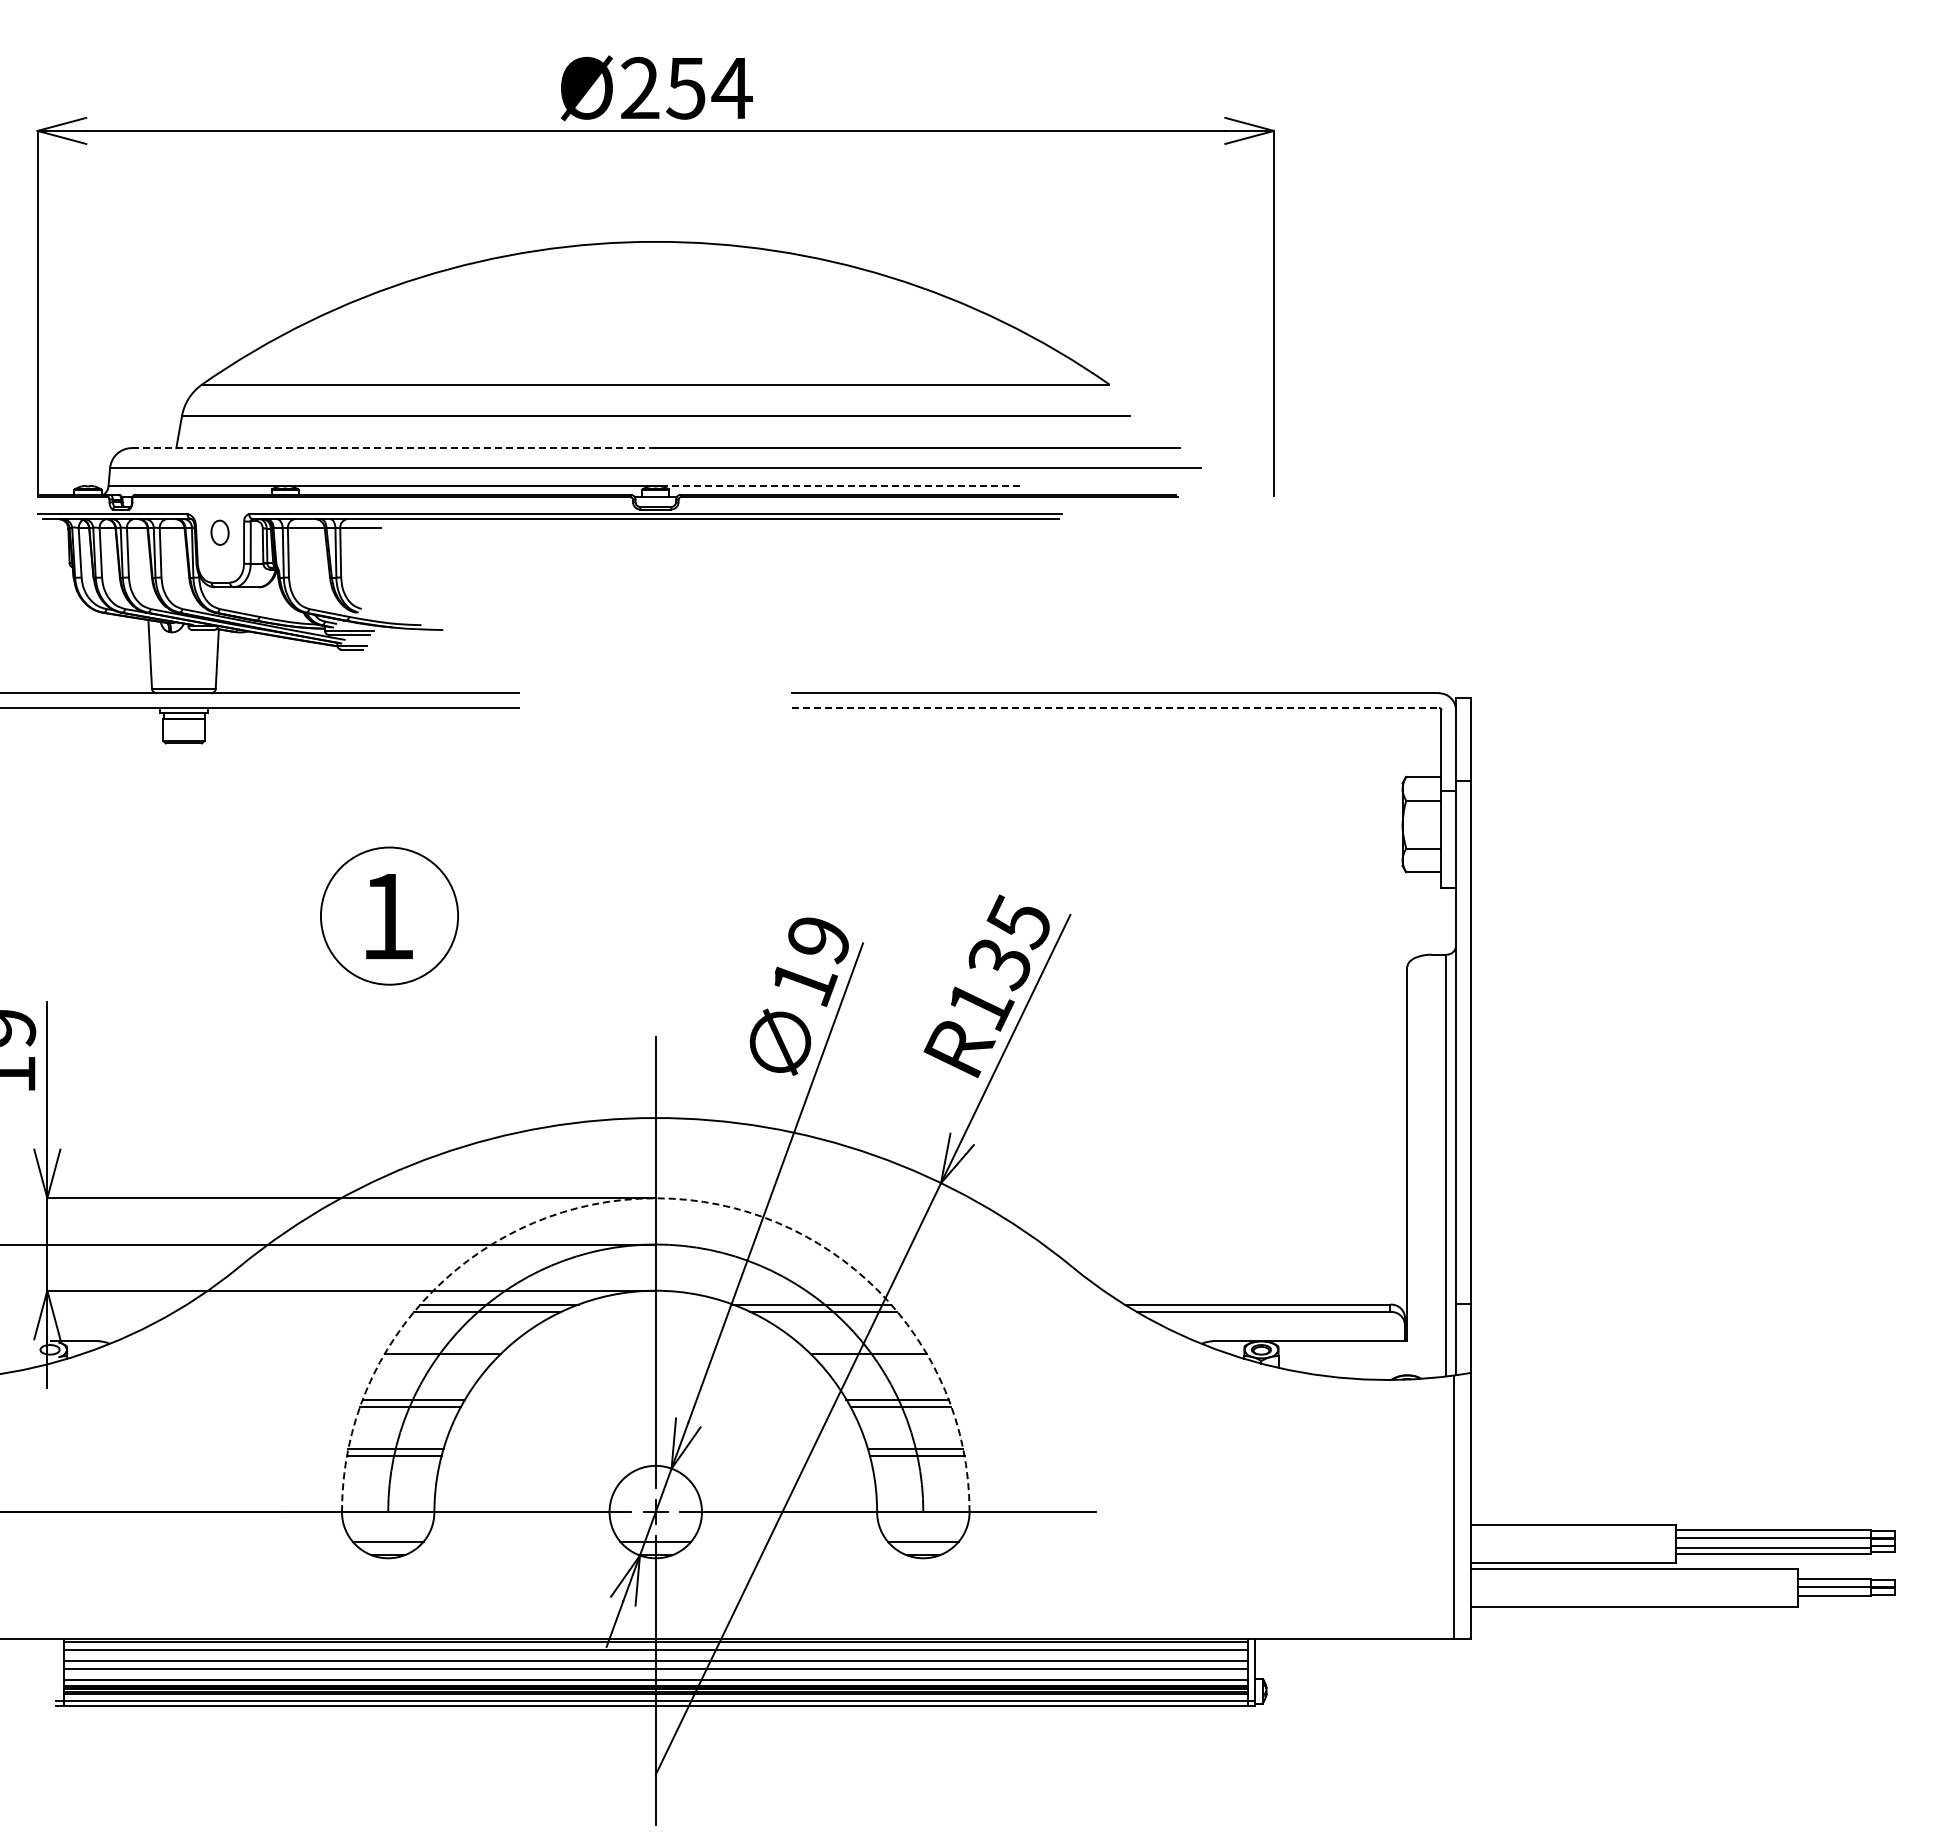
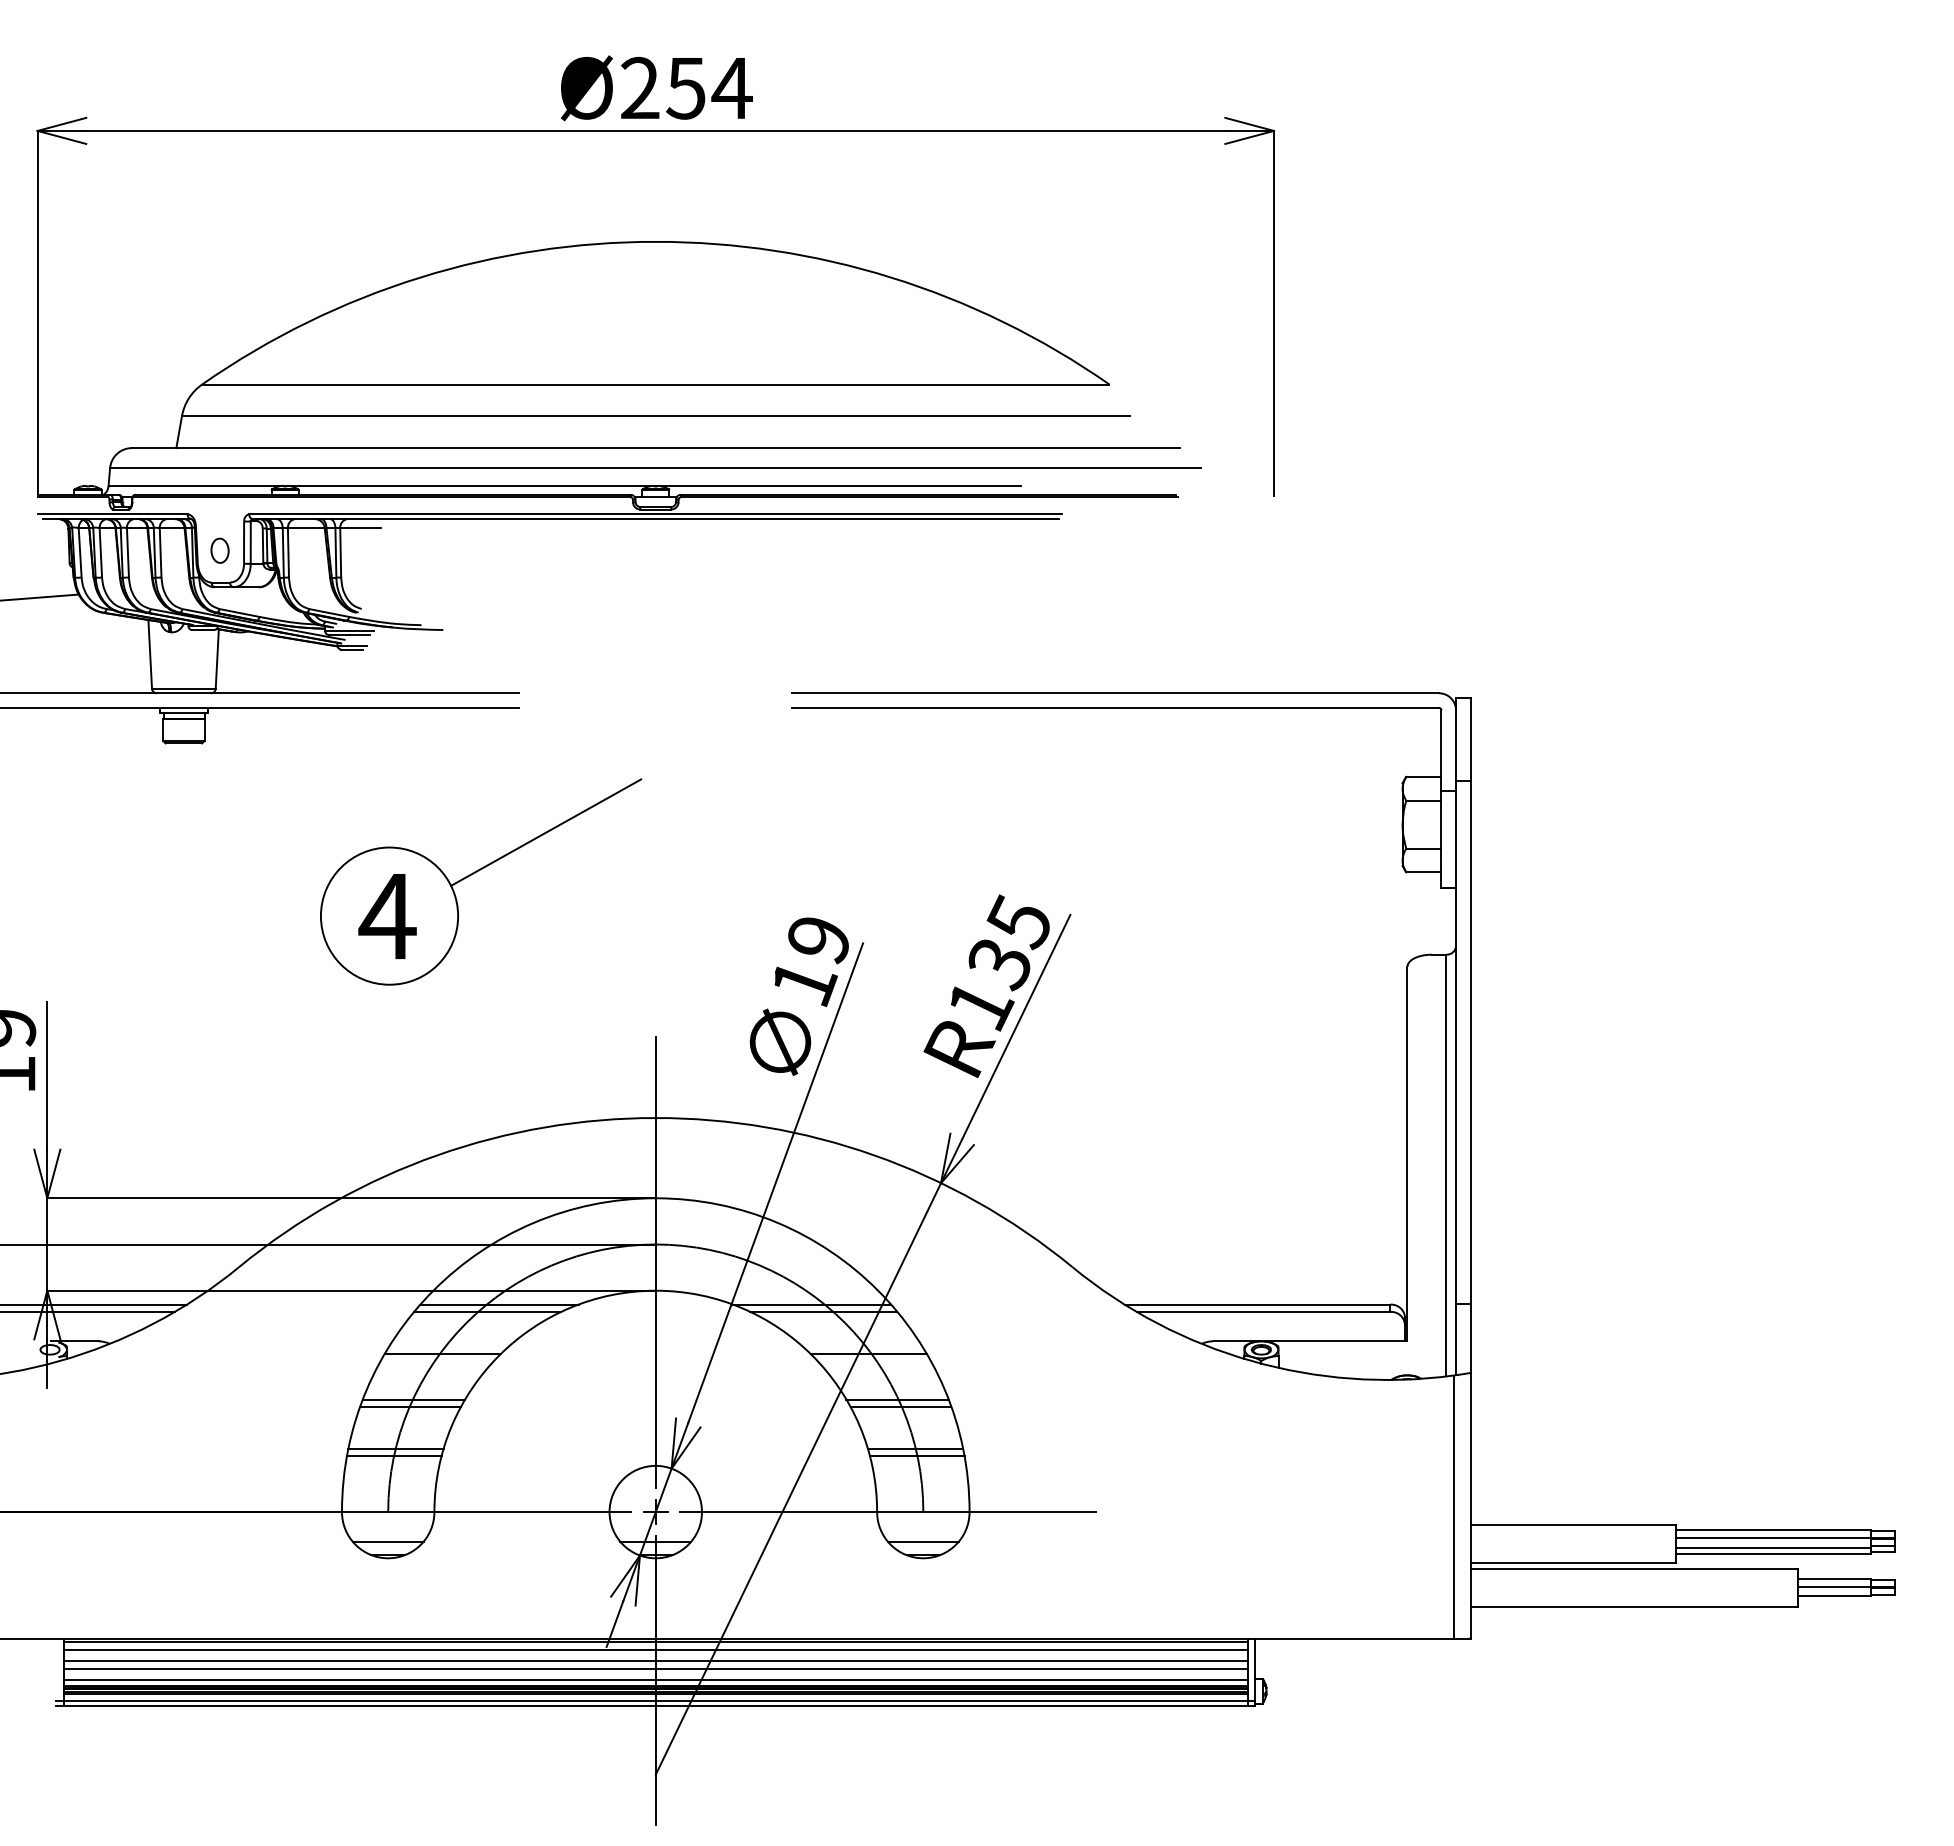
line at (393, 448): dashed -> solid
line at (841, 486): dashed -> solid
part at (219, 532) position: (219, 532) -> (219, 550)
line at (40, 597): none -> present
line at (1116, 707): dashed -> solid
line at (546, 832): none -> present
text at (387, 916): 1 -> 4
arc at (655, 1198): dashed -> solid
line at (94, 1304): none -> present
line at (88, 1311): none -> present
